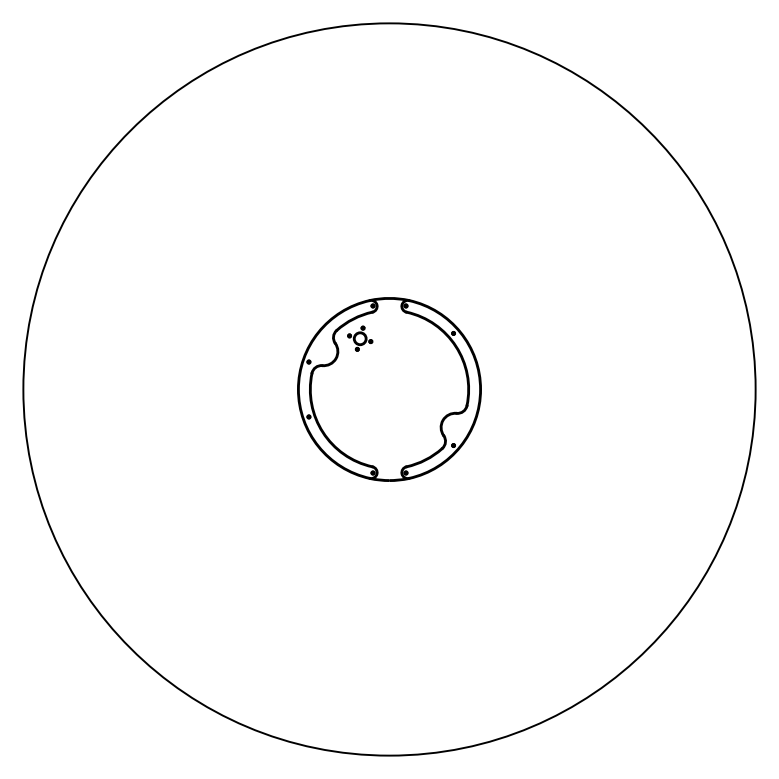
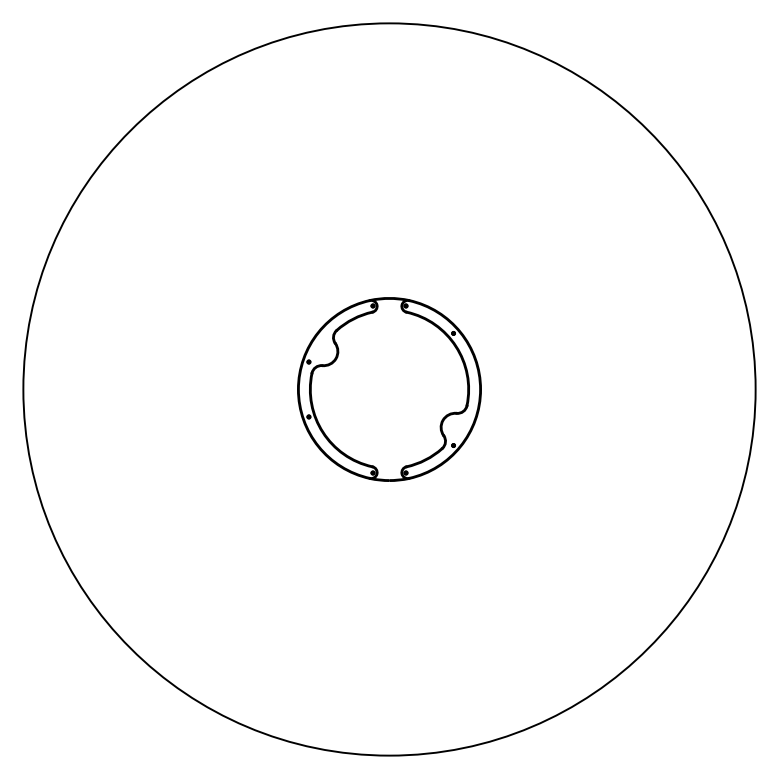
part at (360, 338): present -> none
